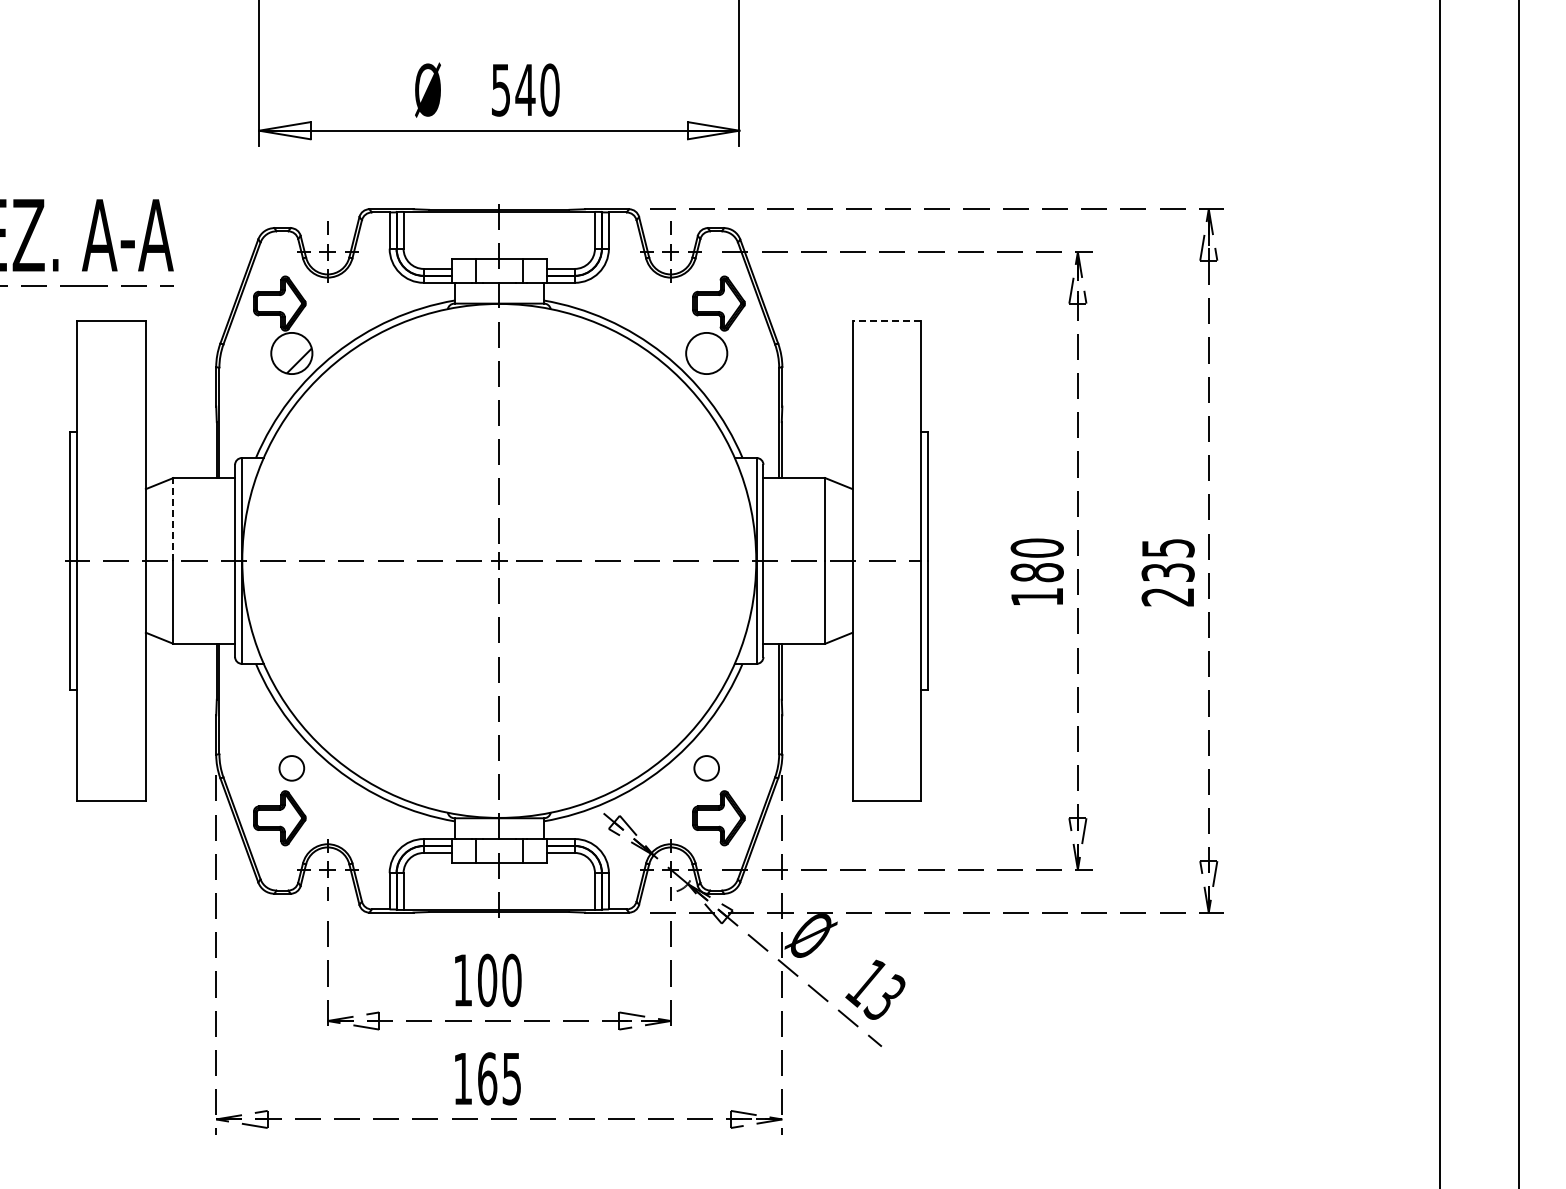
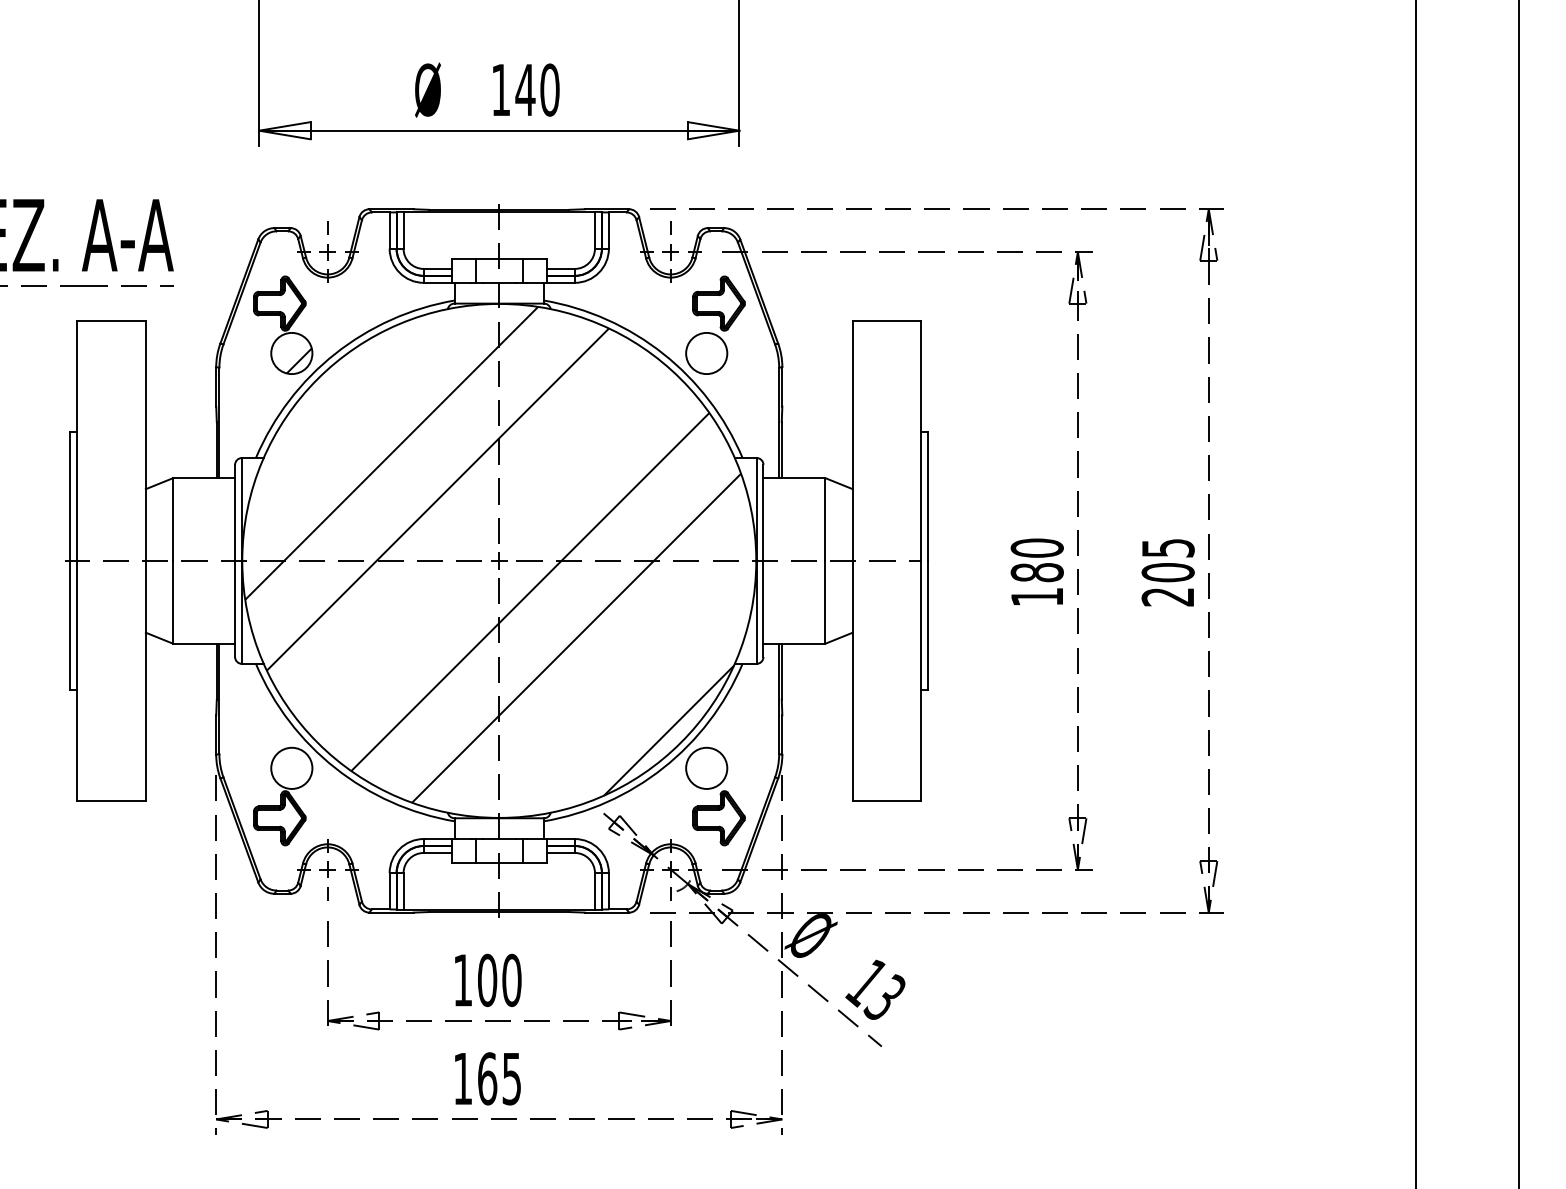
text at (500, 90): 540 -> 140
line at (886, 320): dashed -> solid
line at (173, 519): dashed -> solid
hatch at (493, 554): none -> present
text at (1167, 572): 235 -> 205
line at (1440, 593) position: (1440, 593) -> (1416, 593)
circle at (291, 768) diameter: 25 px -> 41 px
circle at (706, 768) diameter: 25 px -> 41 px
